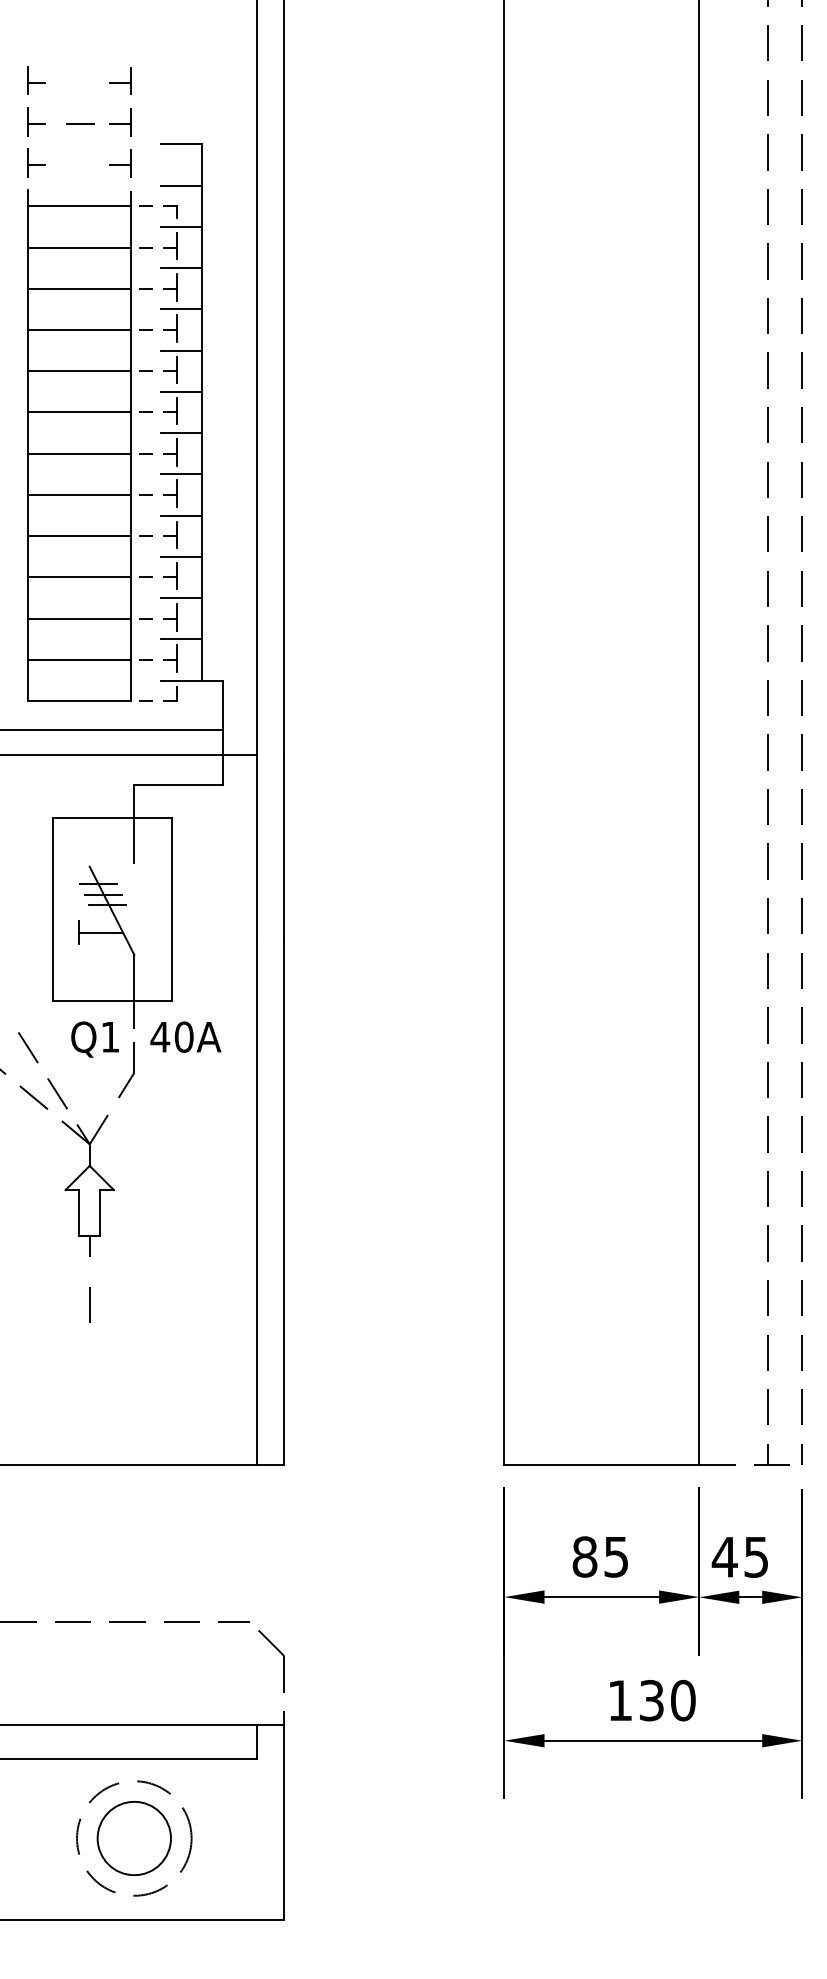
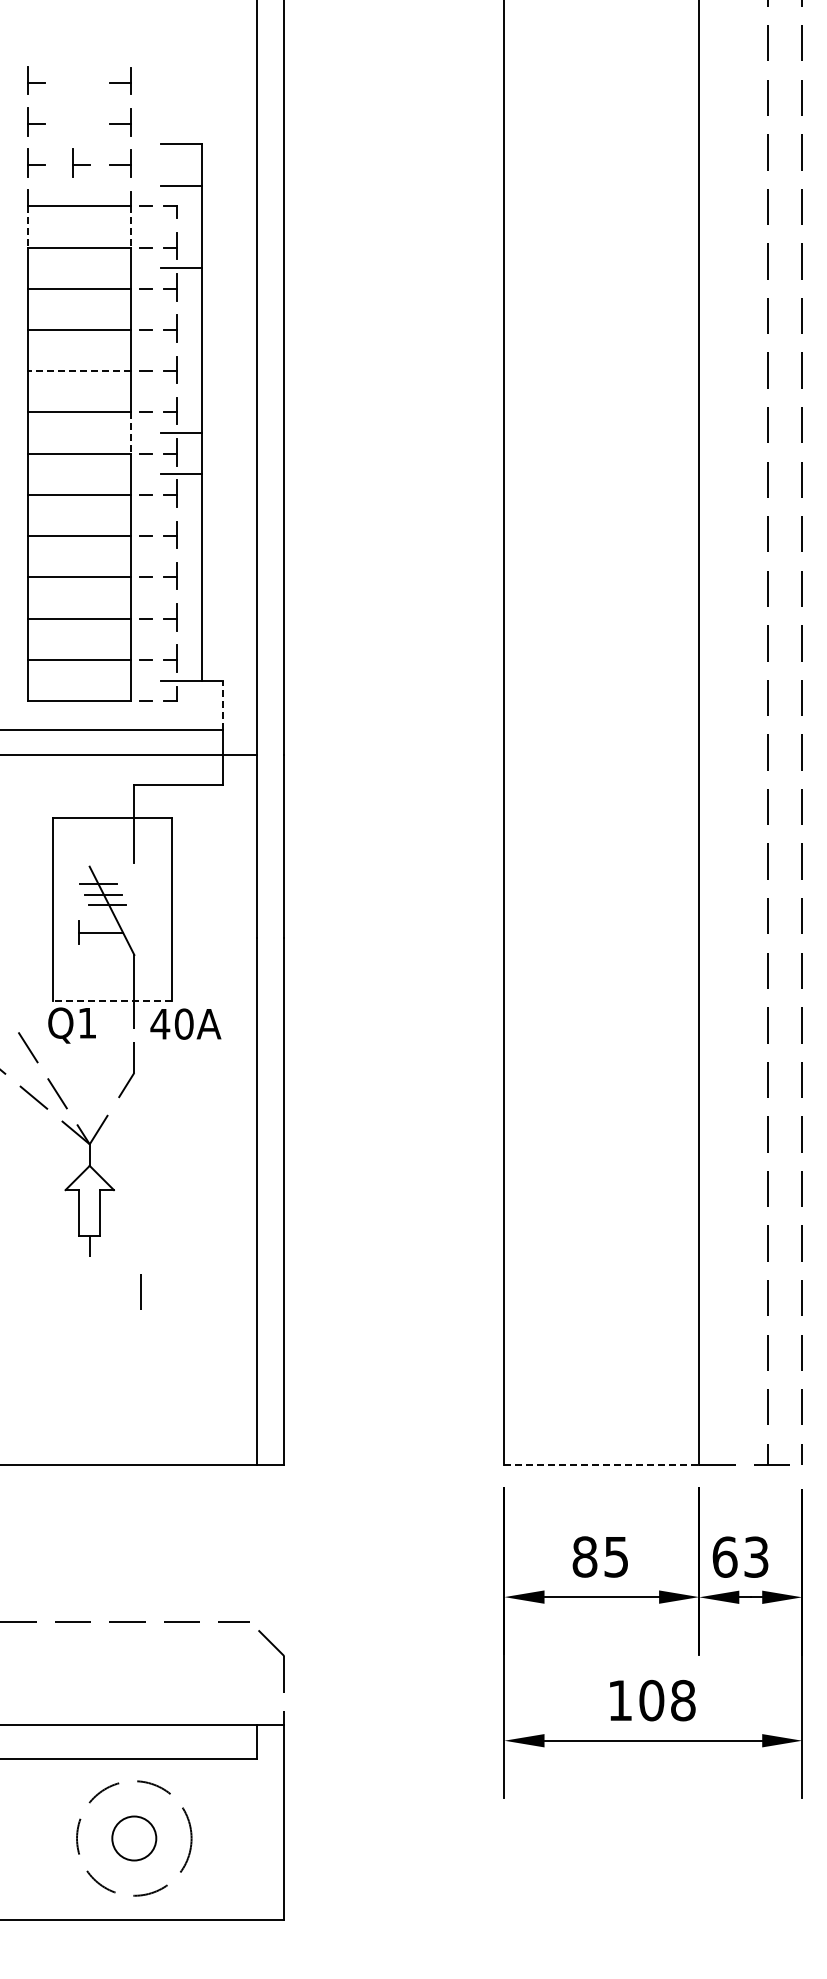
line at (79, 123): present -> none
part at (81, 162): none -> present
line at (28, 226): solid -> dashed
line at (131, 226): solid -> dashed
line at (181, 226): present -> none
line at (181, 309): present -> none
line at (181, 350): present -> none
line at (79, 371): solid -> dashed
line at (181, 391): present -> none
line at (131, 433): solid -> dashed
line at (181, 515): present -> none
line at (181, 556): present -> none
line at (181, 598): present -> none
line at (181, 639): present -> none
line at (223, 705): solid -> dashed
line at (112, 1000): solid -> dashed
text at (185, 1036) position: (185, 1036) -> (185, 1023)
text at (94, 1039) position: (94, 1039) -> (71, 1025)
line at (89, 1304) position: (89, 1304) -> (140, 1291)
line at (602, 1465): solid -> dashed
text at (739, 1556): 45 -> 63
text at (667, 1700): 130 -> 108
circle at (133, 1838) diameter: 73 px -> 44 px
